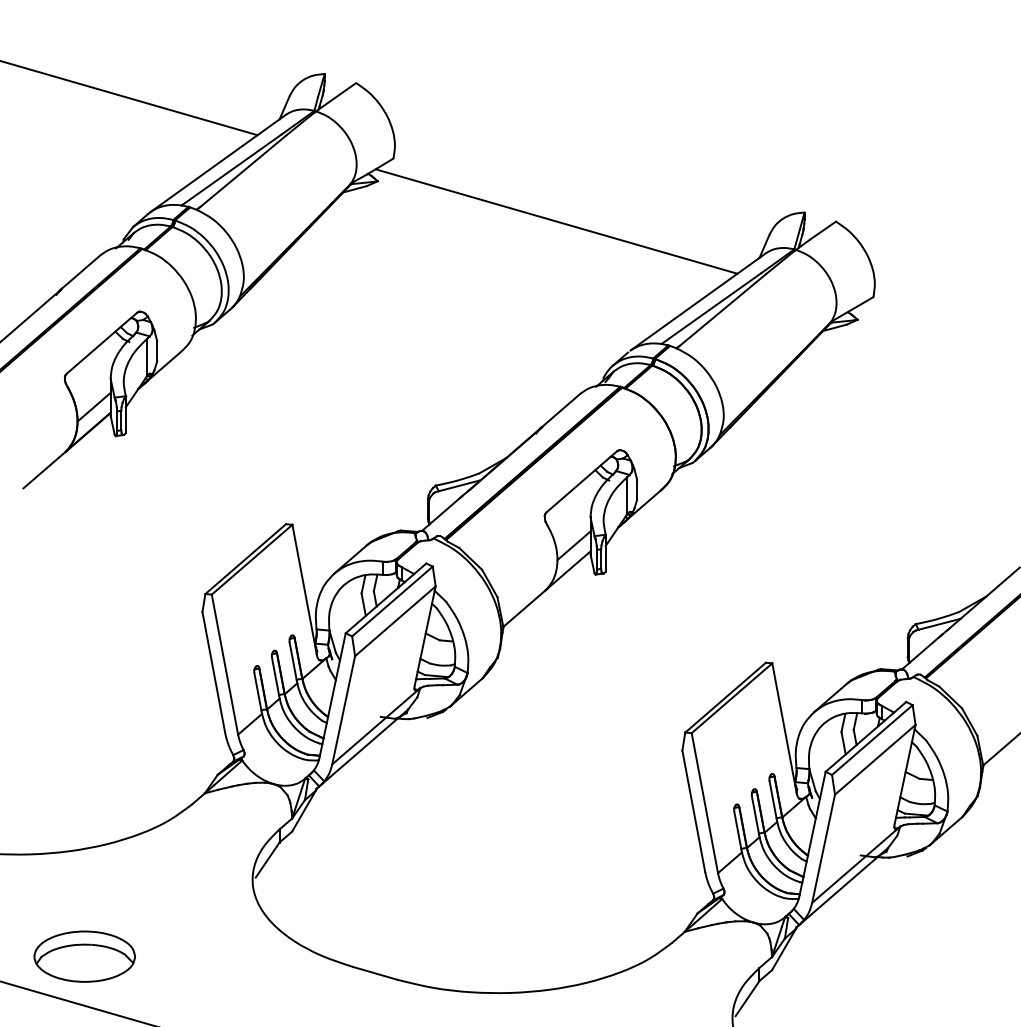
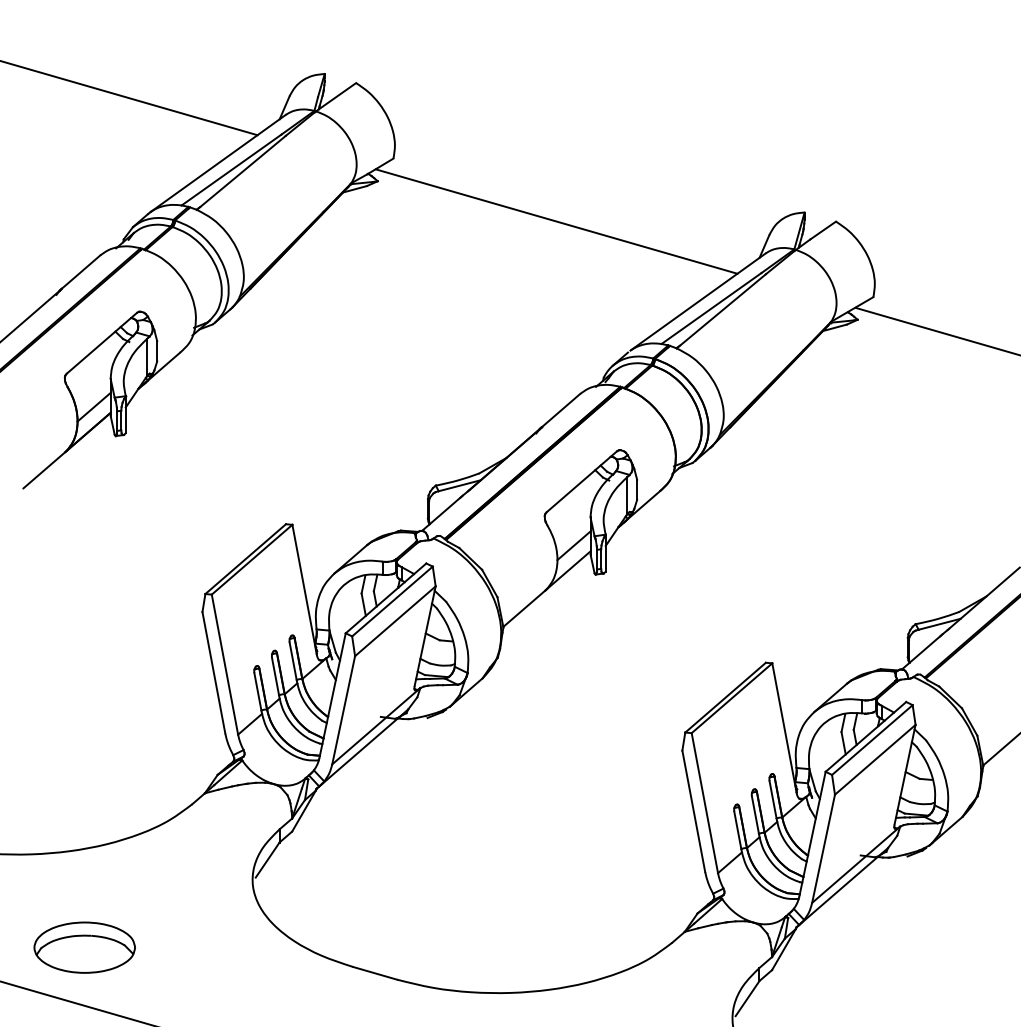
line at (936, 330): none -> present
part at (84, 956) position: (84, 956) -> (84, 947)
